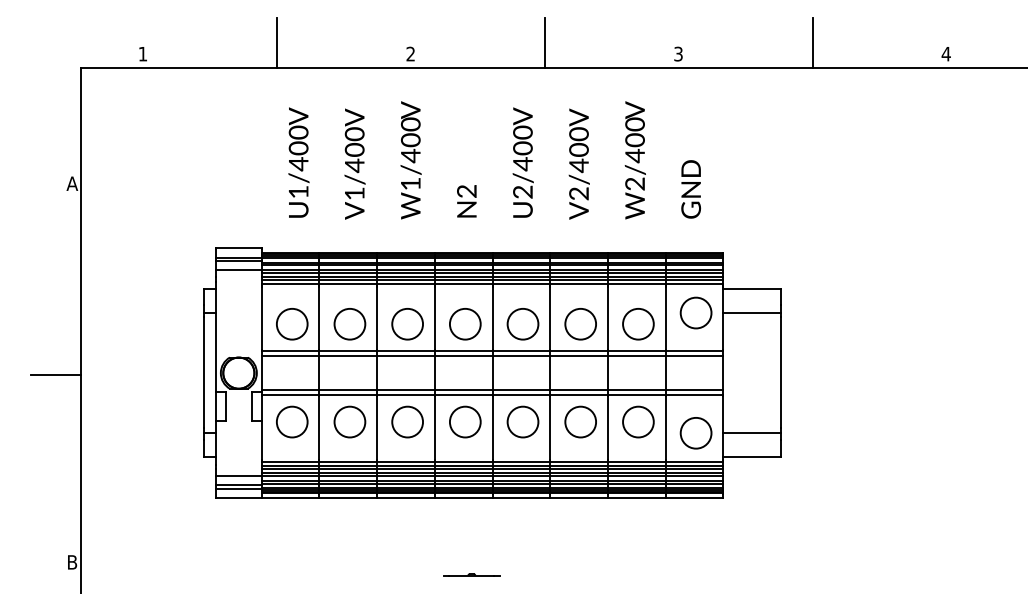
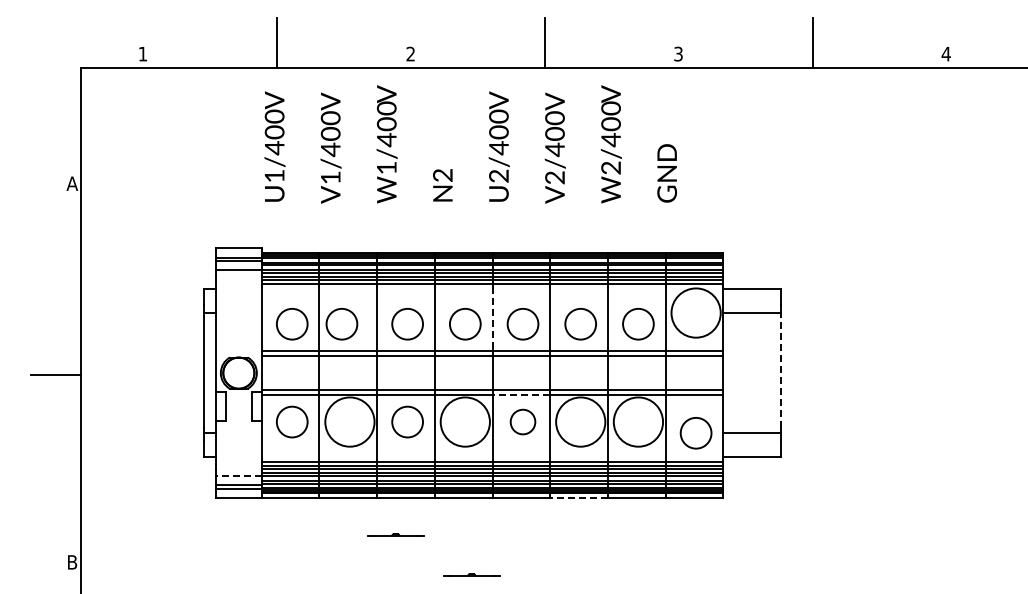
text at (494, 160) position: (494, 160) -> (470, 144)
circle at (695, 312) diameter: 31 px -> 49 px
line at (492, 318): solid -> dashed
circle at (349, 324) position: (349, 324) -> (341, 324)
line at (780, 372): solid -> dashed
line at (521, 395): solid -> dashed
circle at (349, 421) diameter: 31 px -> 49 px
circle at (464, 421) diameter: 31 px -> 49 px
circle at (522, 421) size: 34x34 px -> 28x28 px
circle at (580, 421) diameter: 31 px -> 49 px
circle at (638, 421) diameter: 31 px -> 49 px
line at (238, 476): solid -> dashed
line at (579, 498): solid -> dashed
part at (395, 534): none -> present
